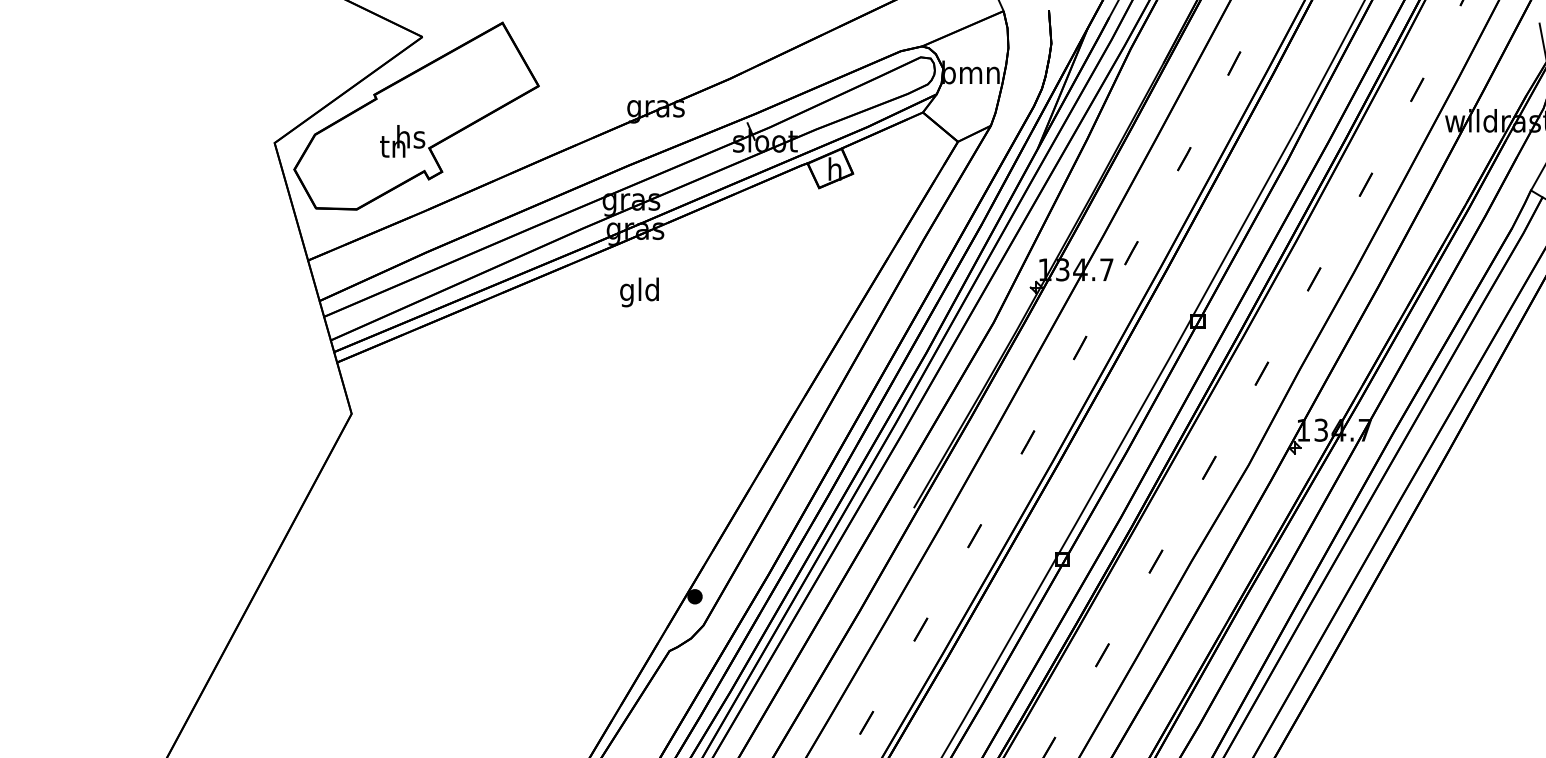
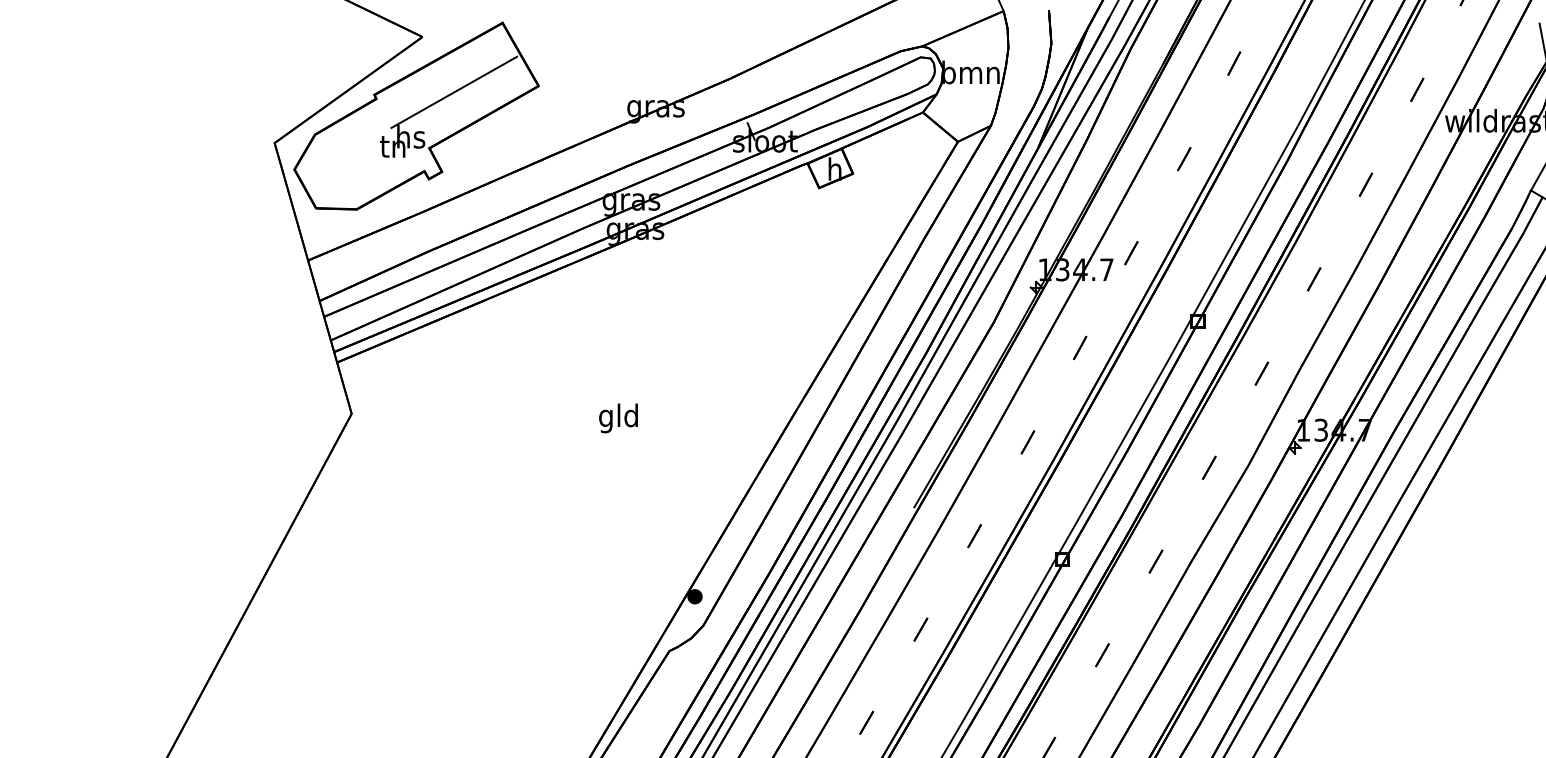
line at (454, 91): none -> present
text at (639, 292) position: (639, 292) -> (618, 418)
